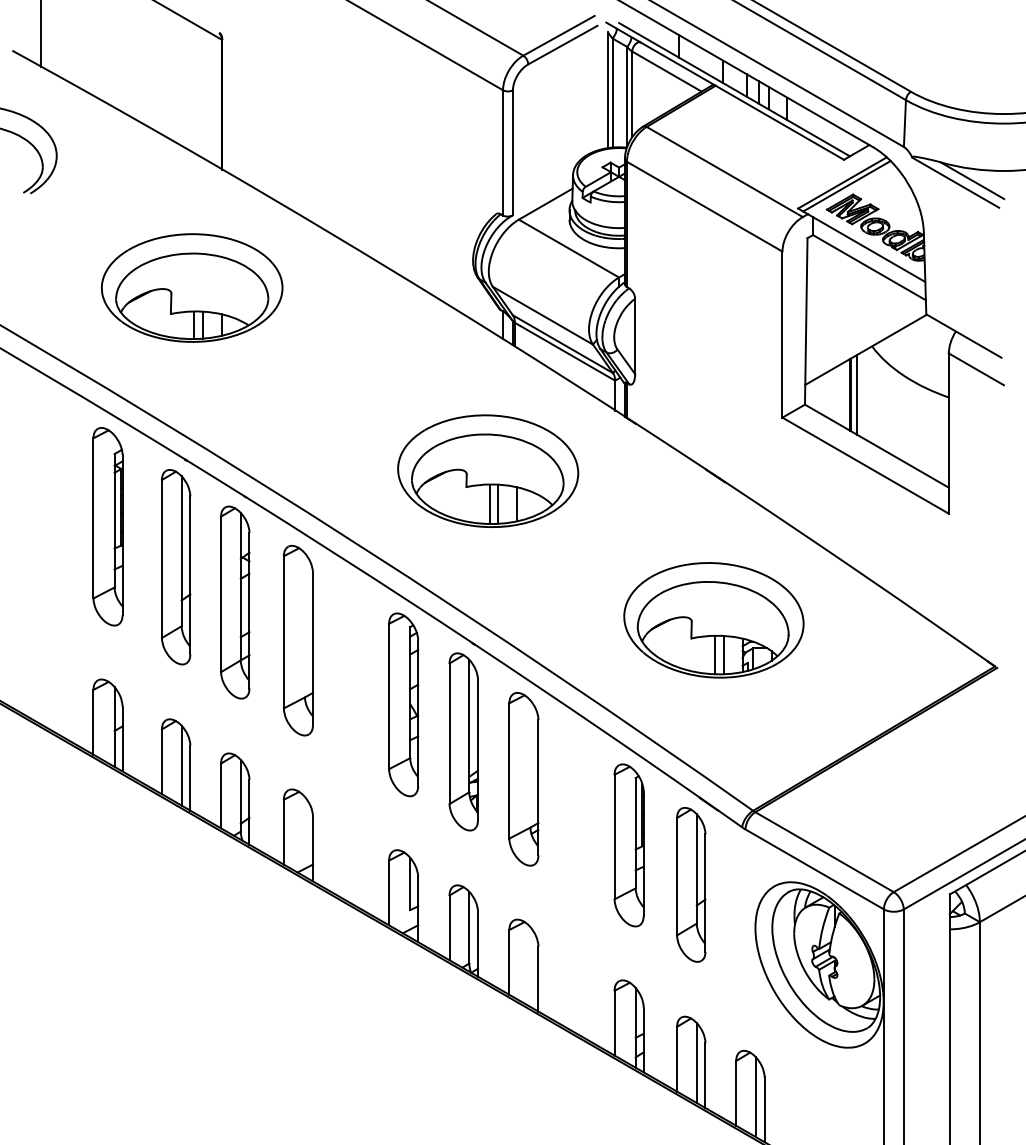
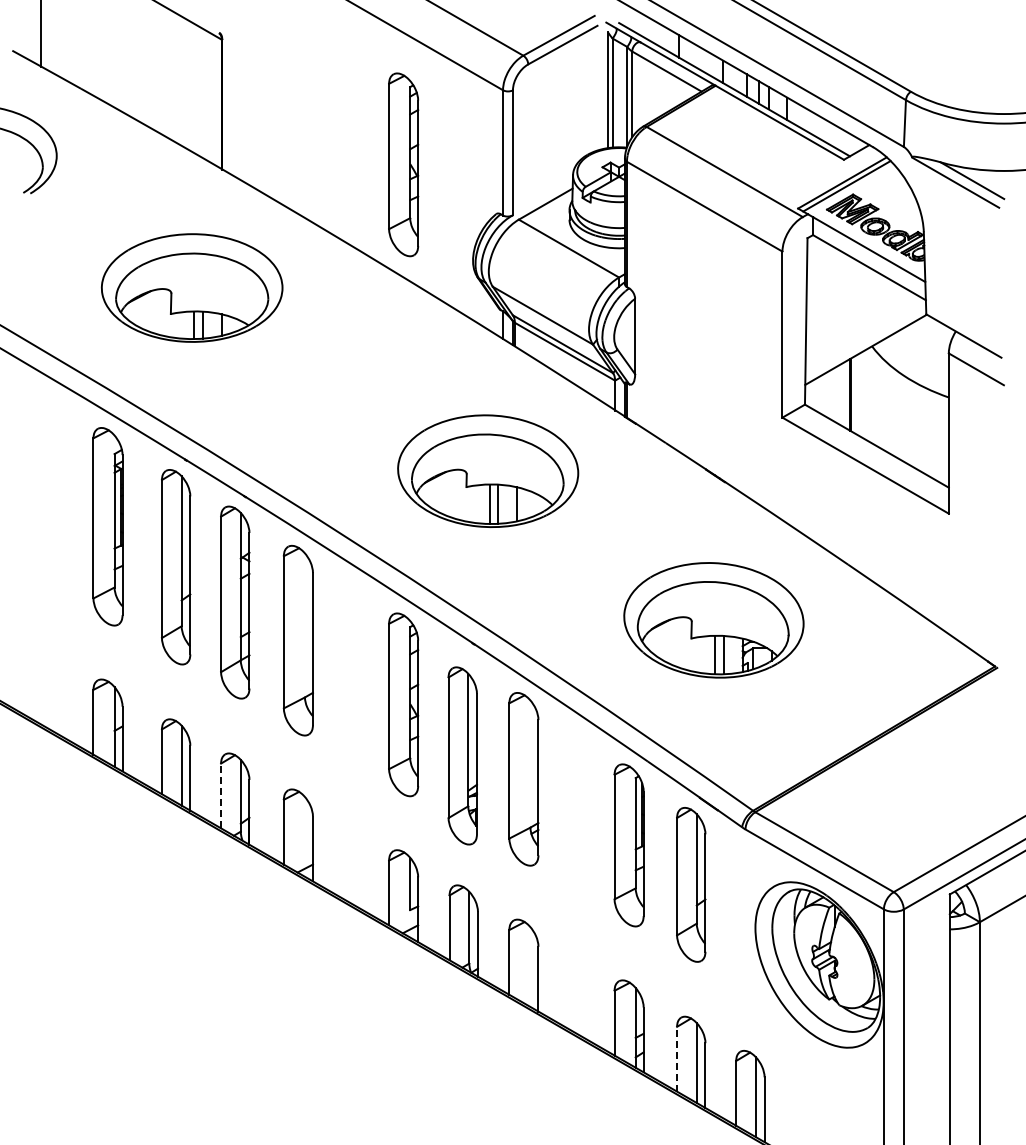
part at (403, 164): none -> present
line at (857, 394): present -> none
part at (463, 741) position: (463, 741) -> (462, 755)
line at (221, 795): solid -> dashed
line at (677, 1058): solid -> dashed
